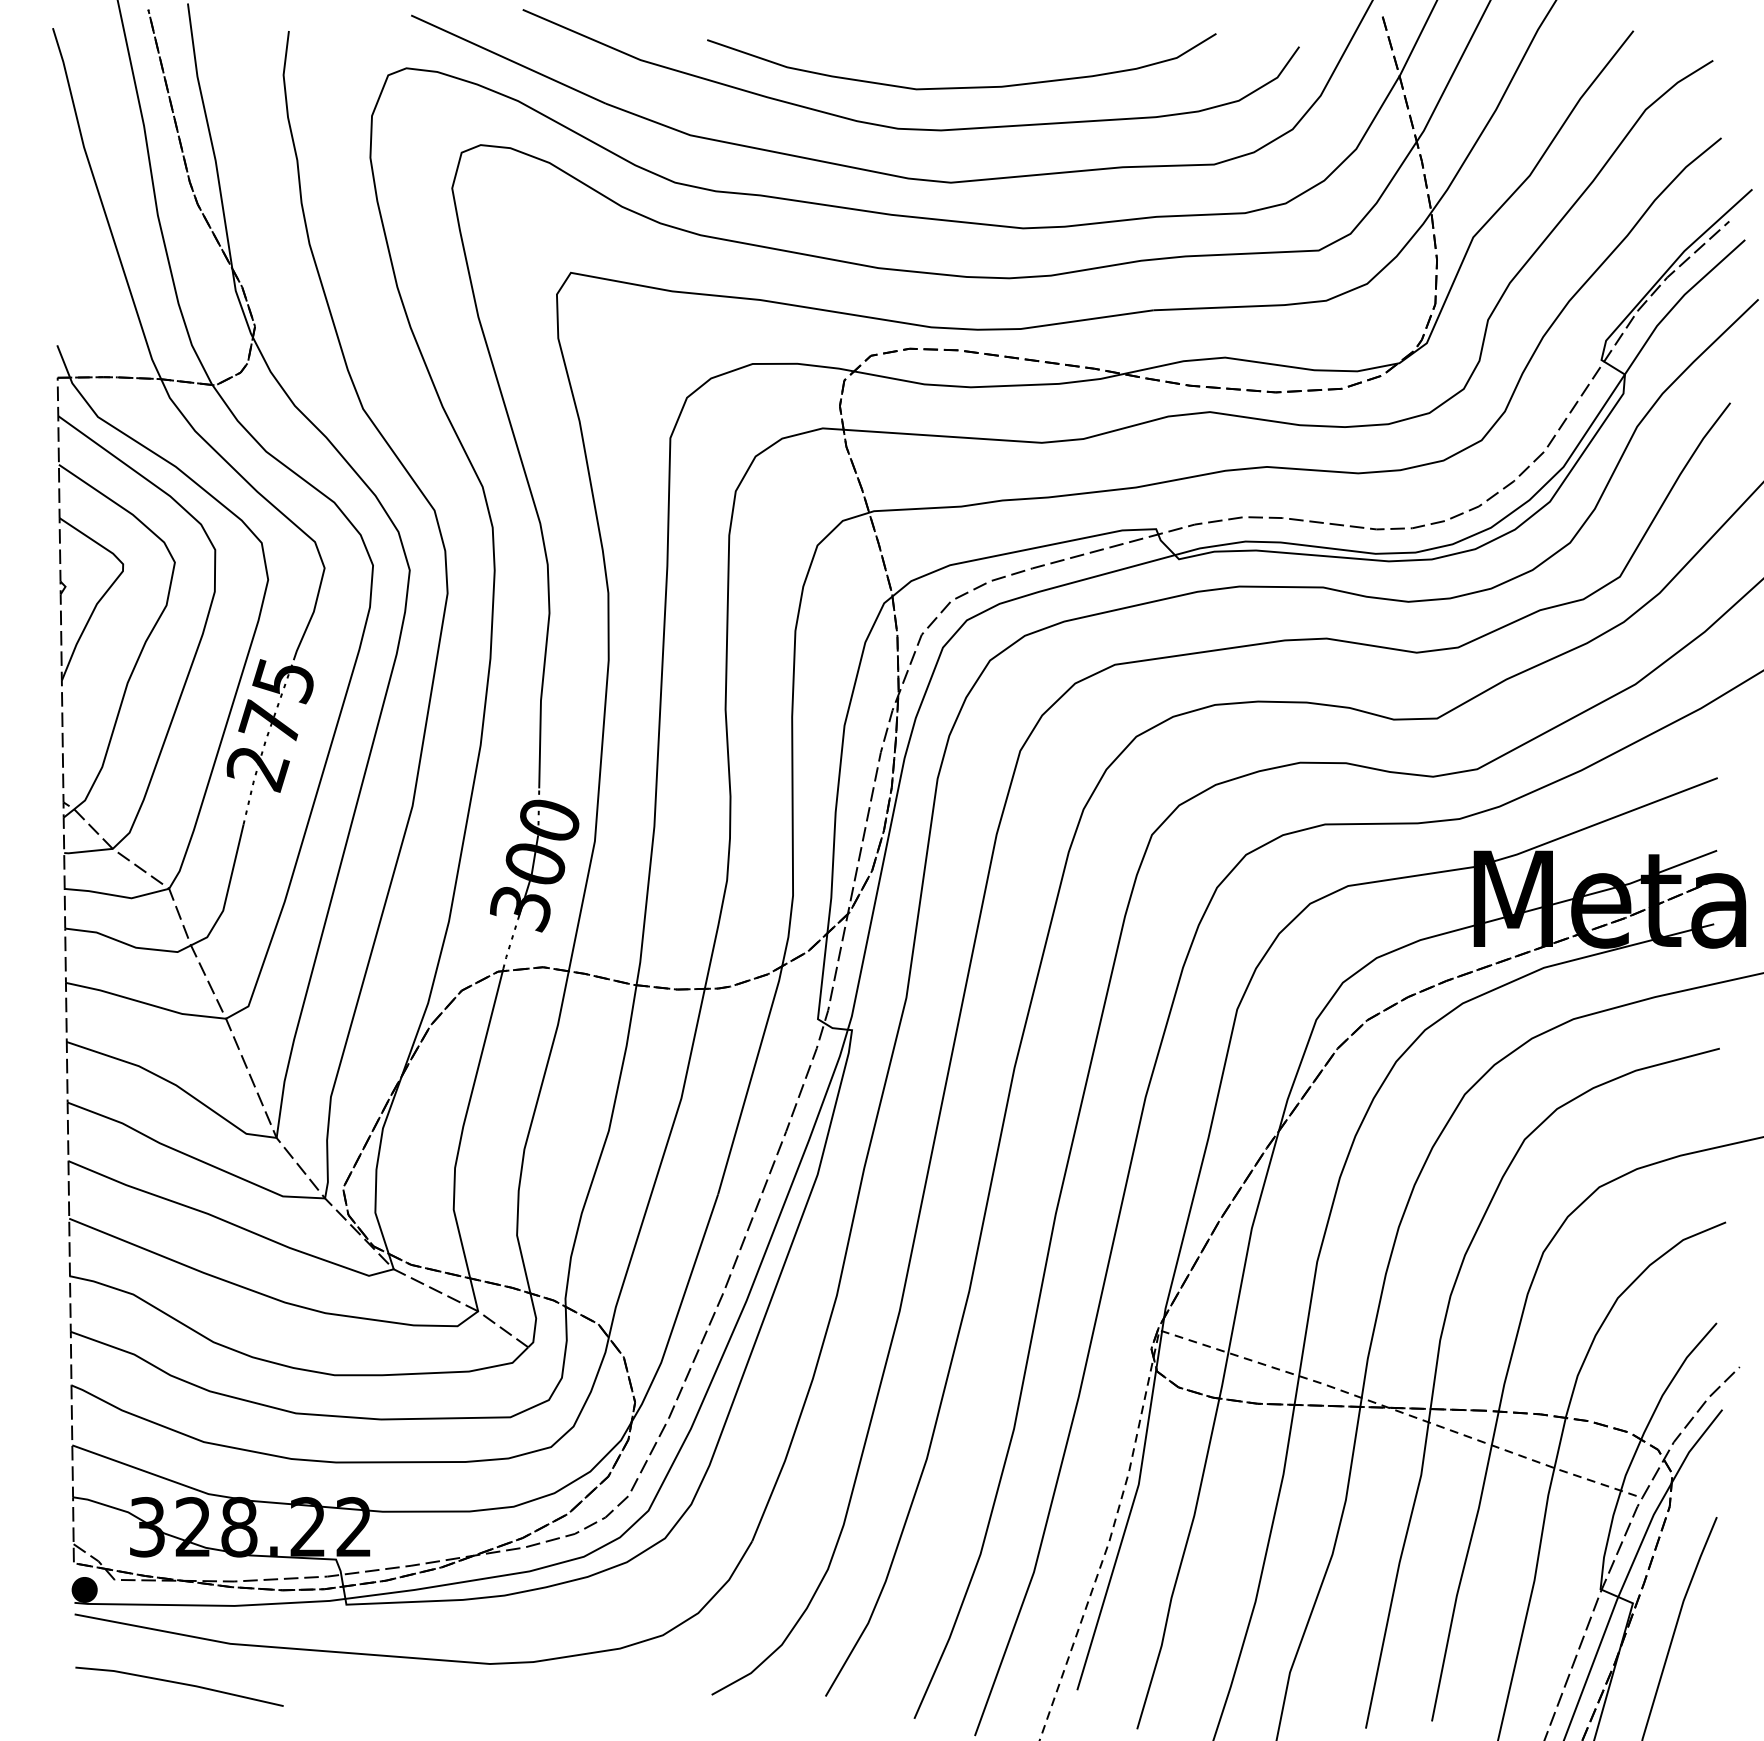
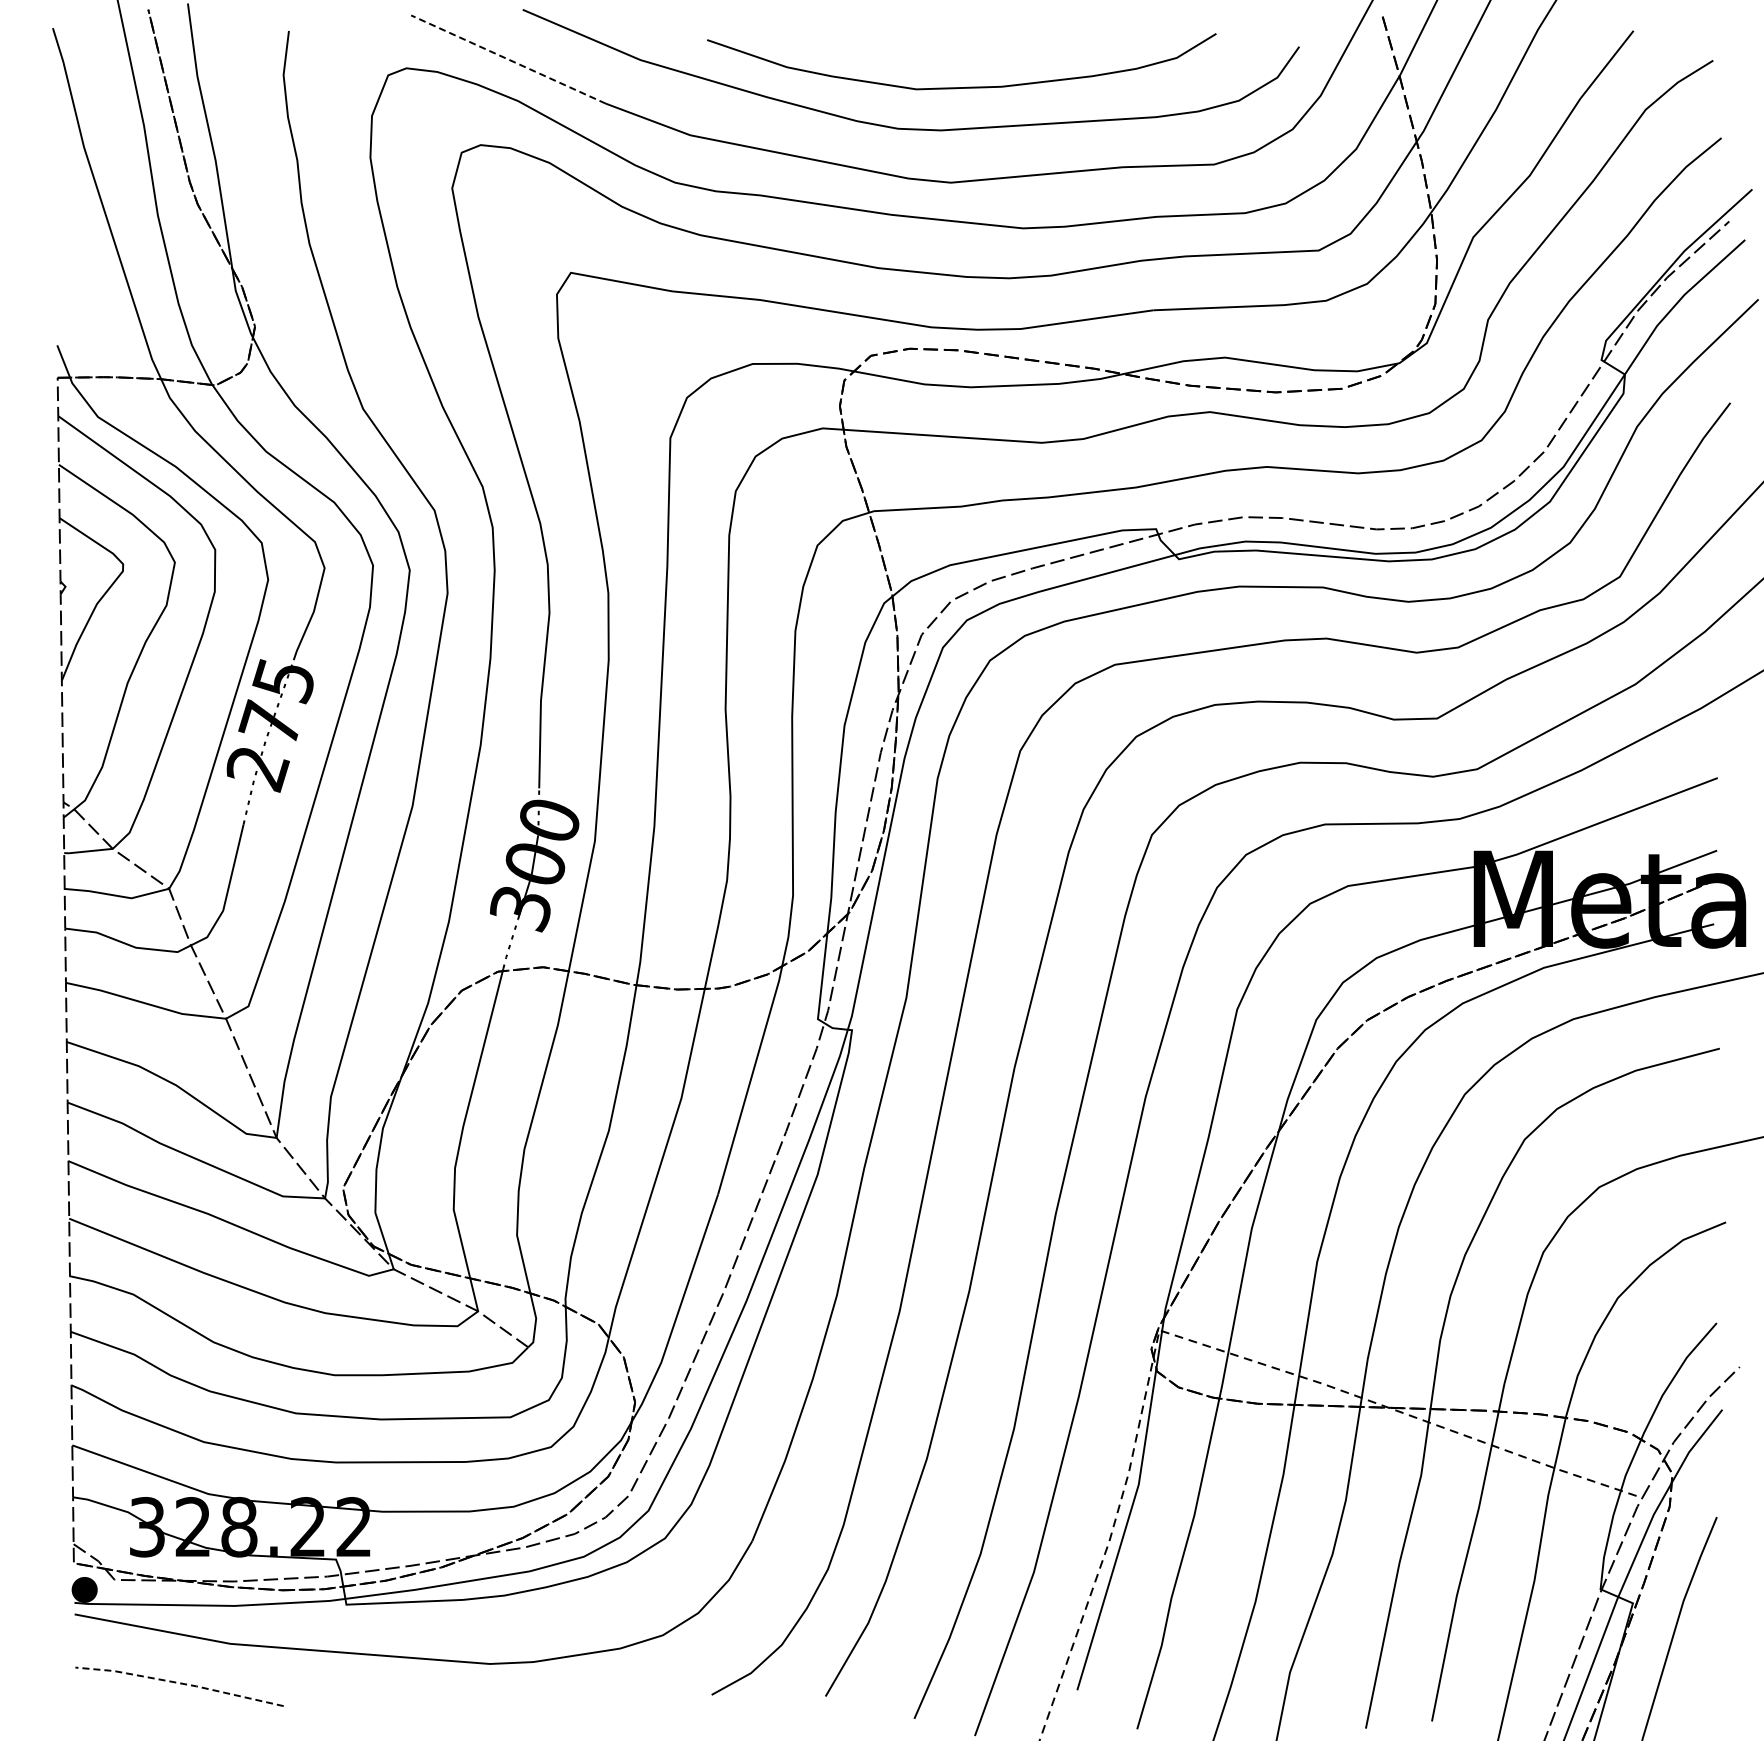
line at (508, 59): solid -> dashed
line at (179, 1683): solid -> dashed
